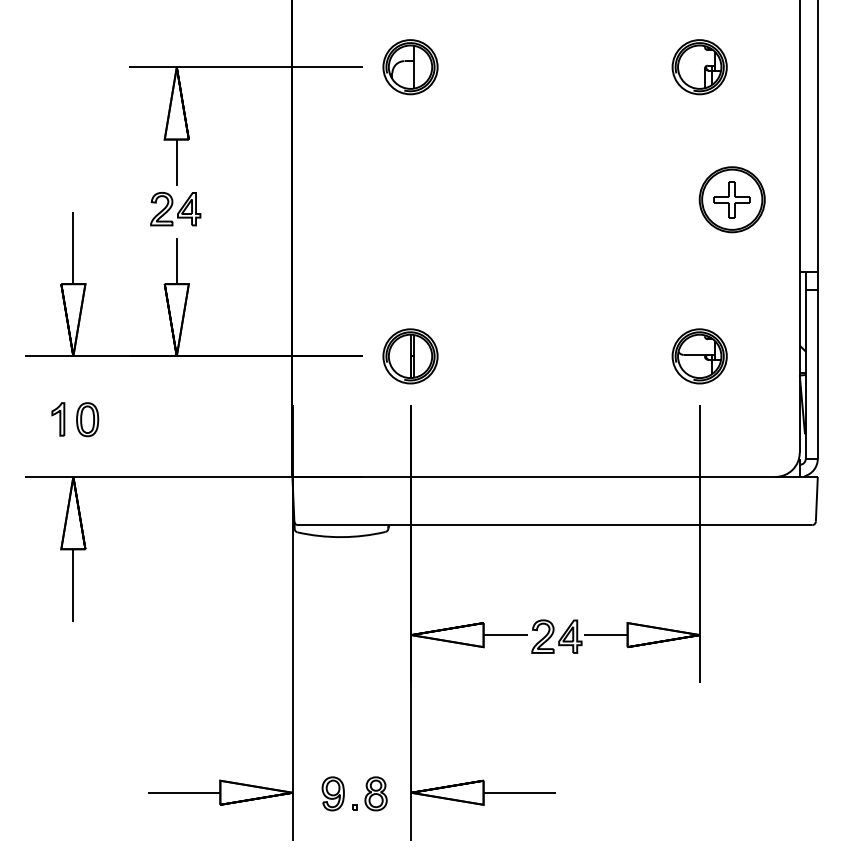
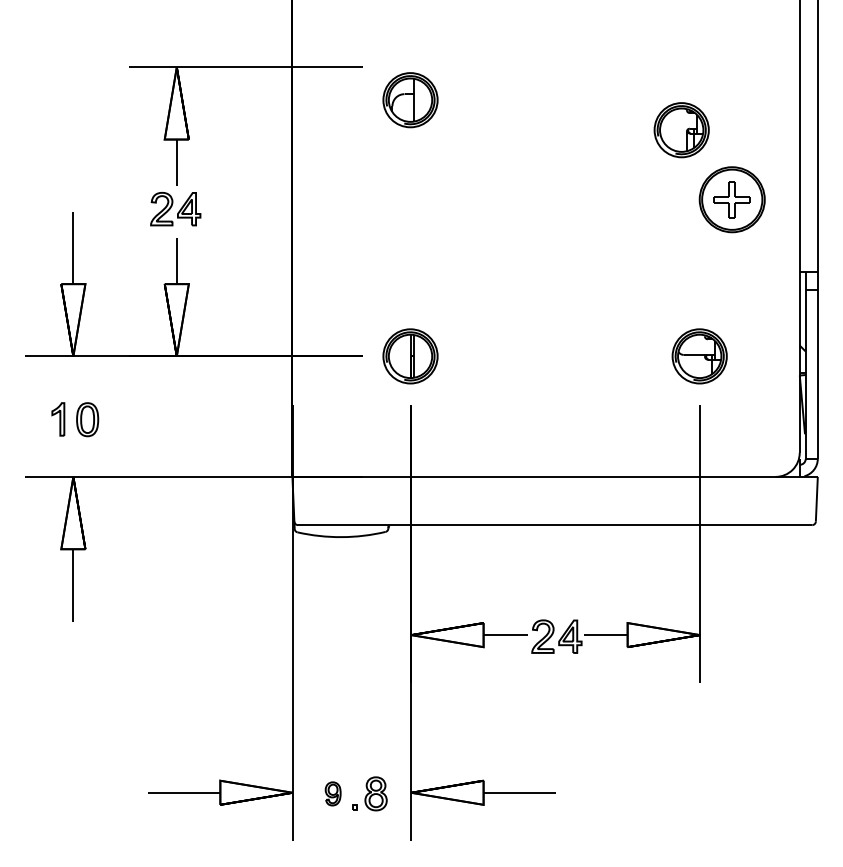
part at (410, 67) position: (410, 67) -> (410, 100)
part at (699, 67) position: (699, 67) -> (681, 130)
part at (332, 793) size: 24x36 px -> 18x26 px
